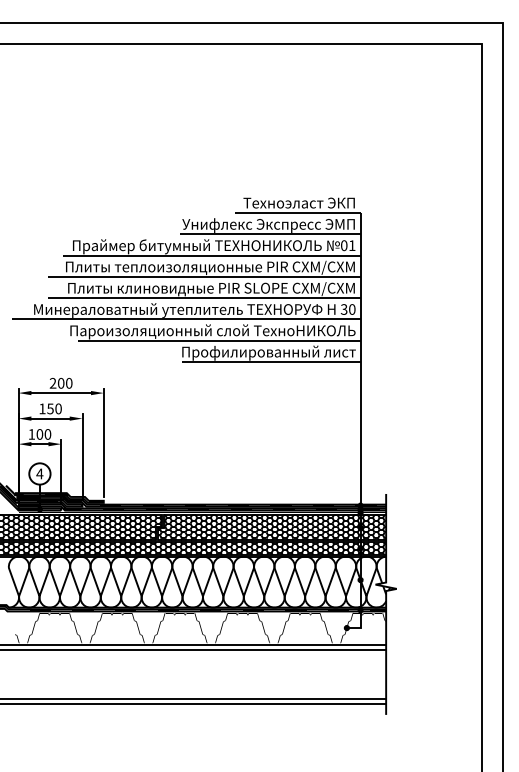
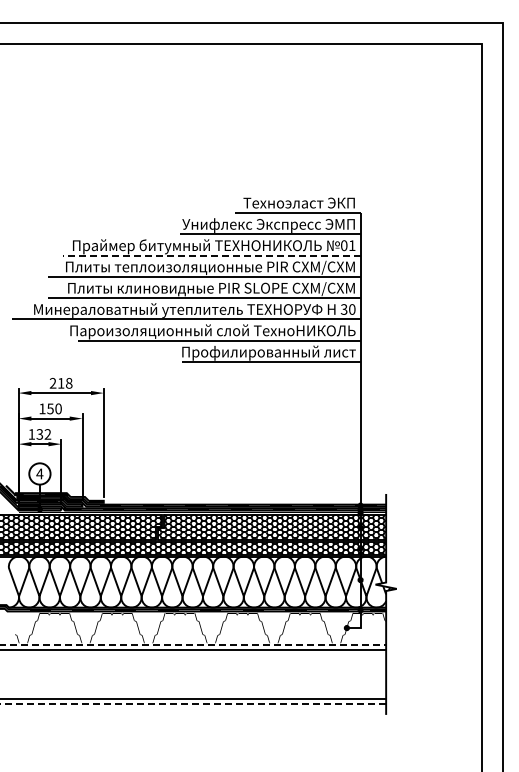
line at (211, 255): solid -> dashed
text at (65, 382): 200 -> 218
text at (43, 434): 100 -> 132
line at (0, 644): solid -> dashed
